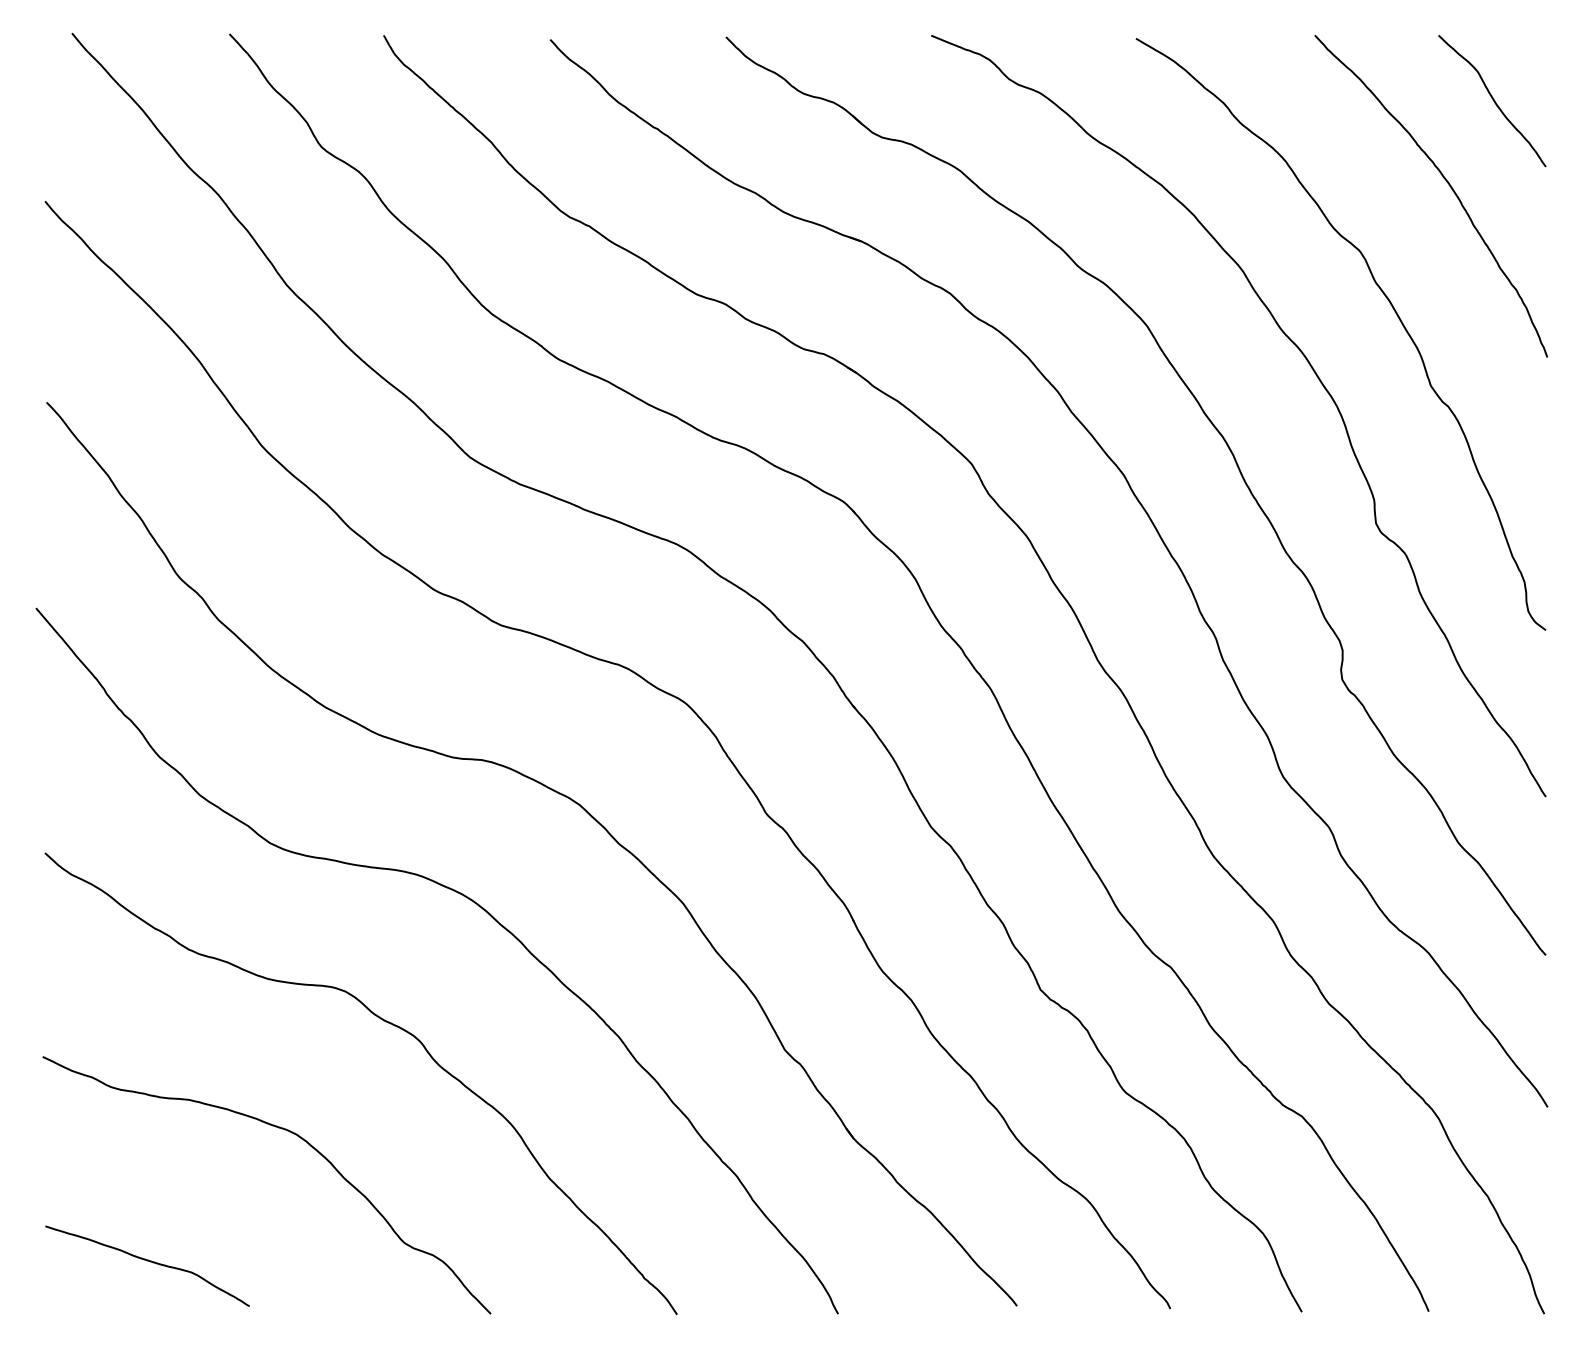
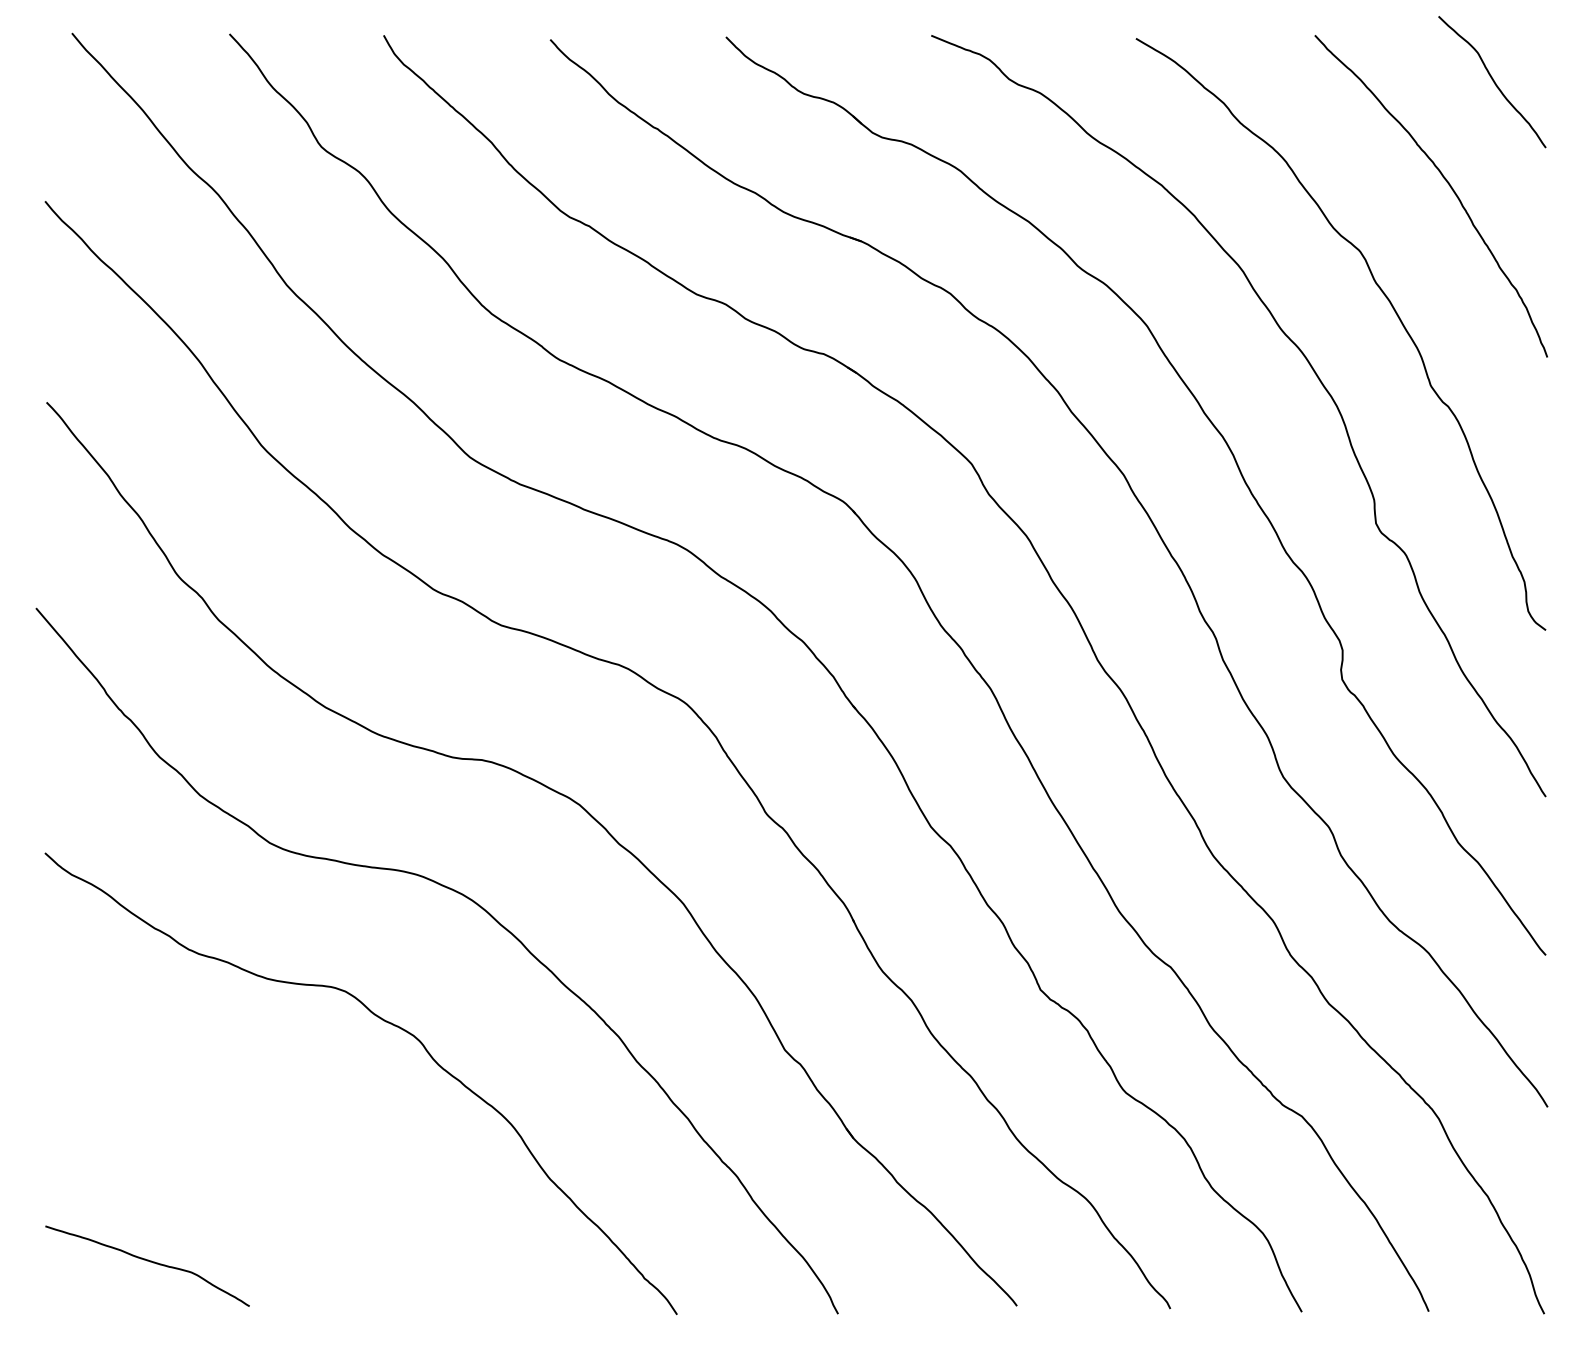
curve at (1492, 100) position: (1492, 100) -> (1492, 81)
curve at (298, 1137): present -> none
